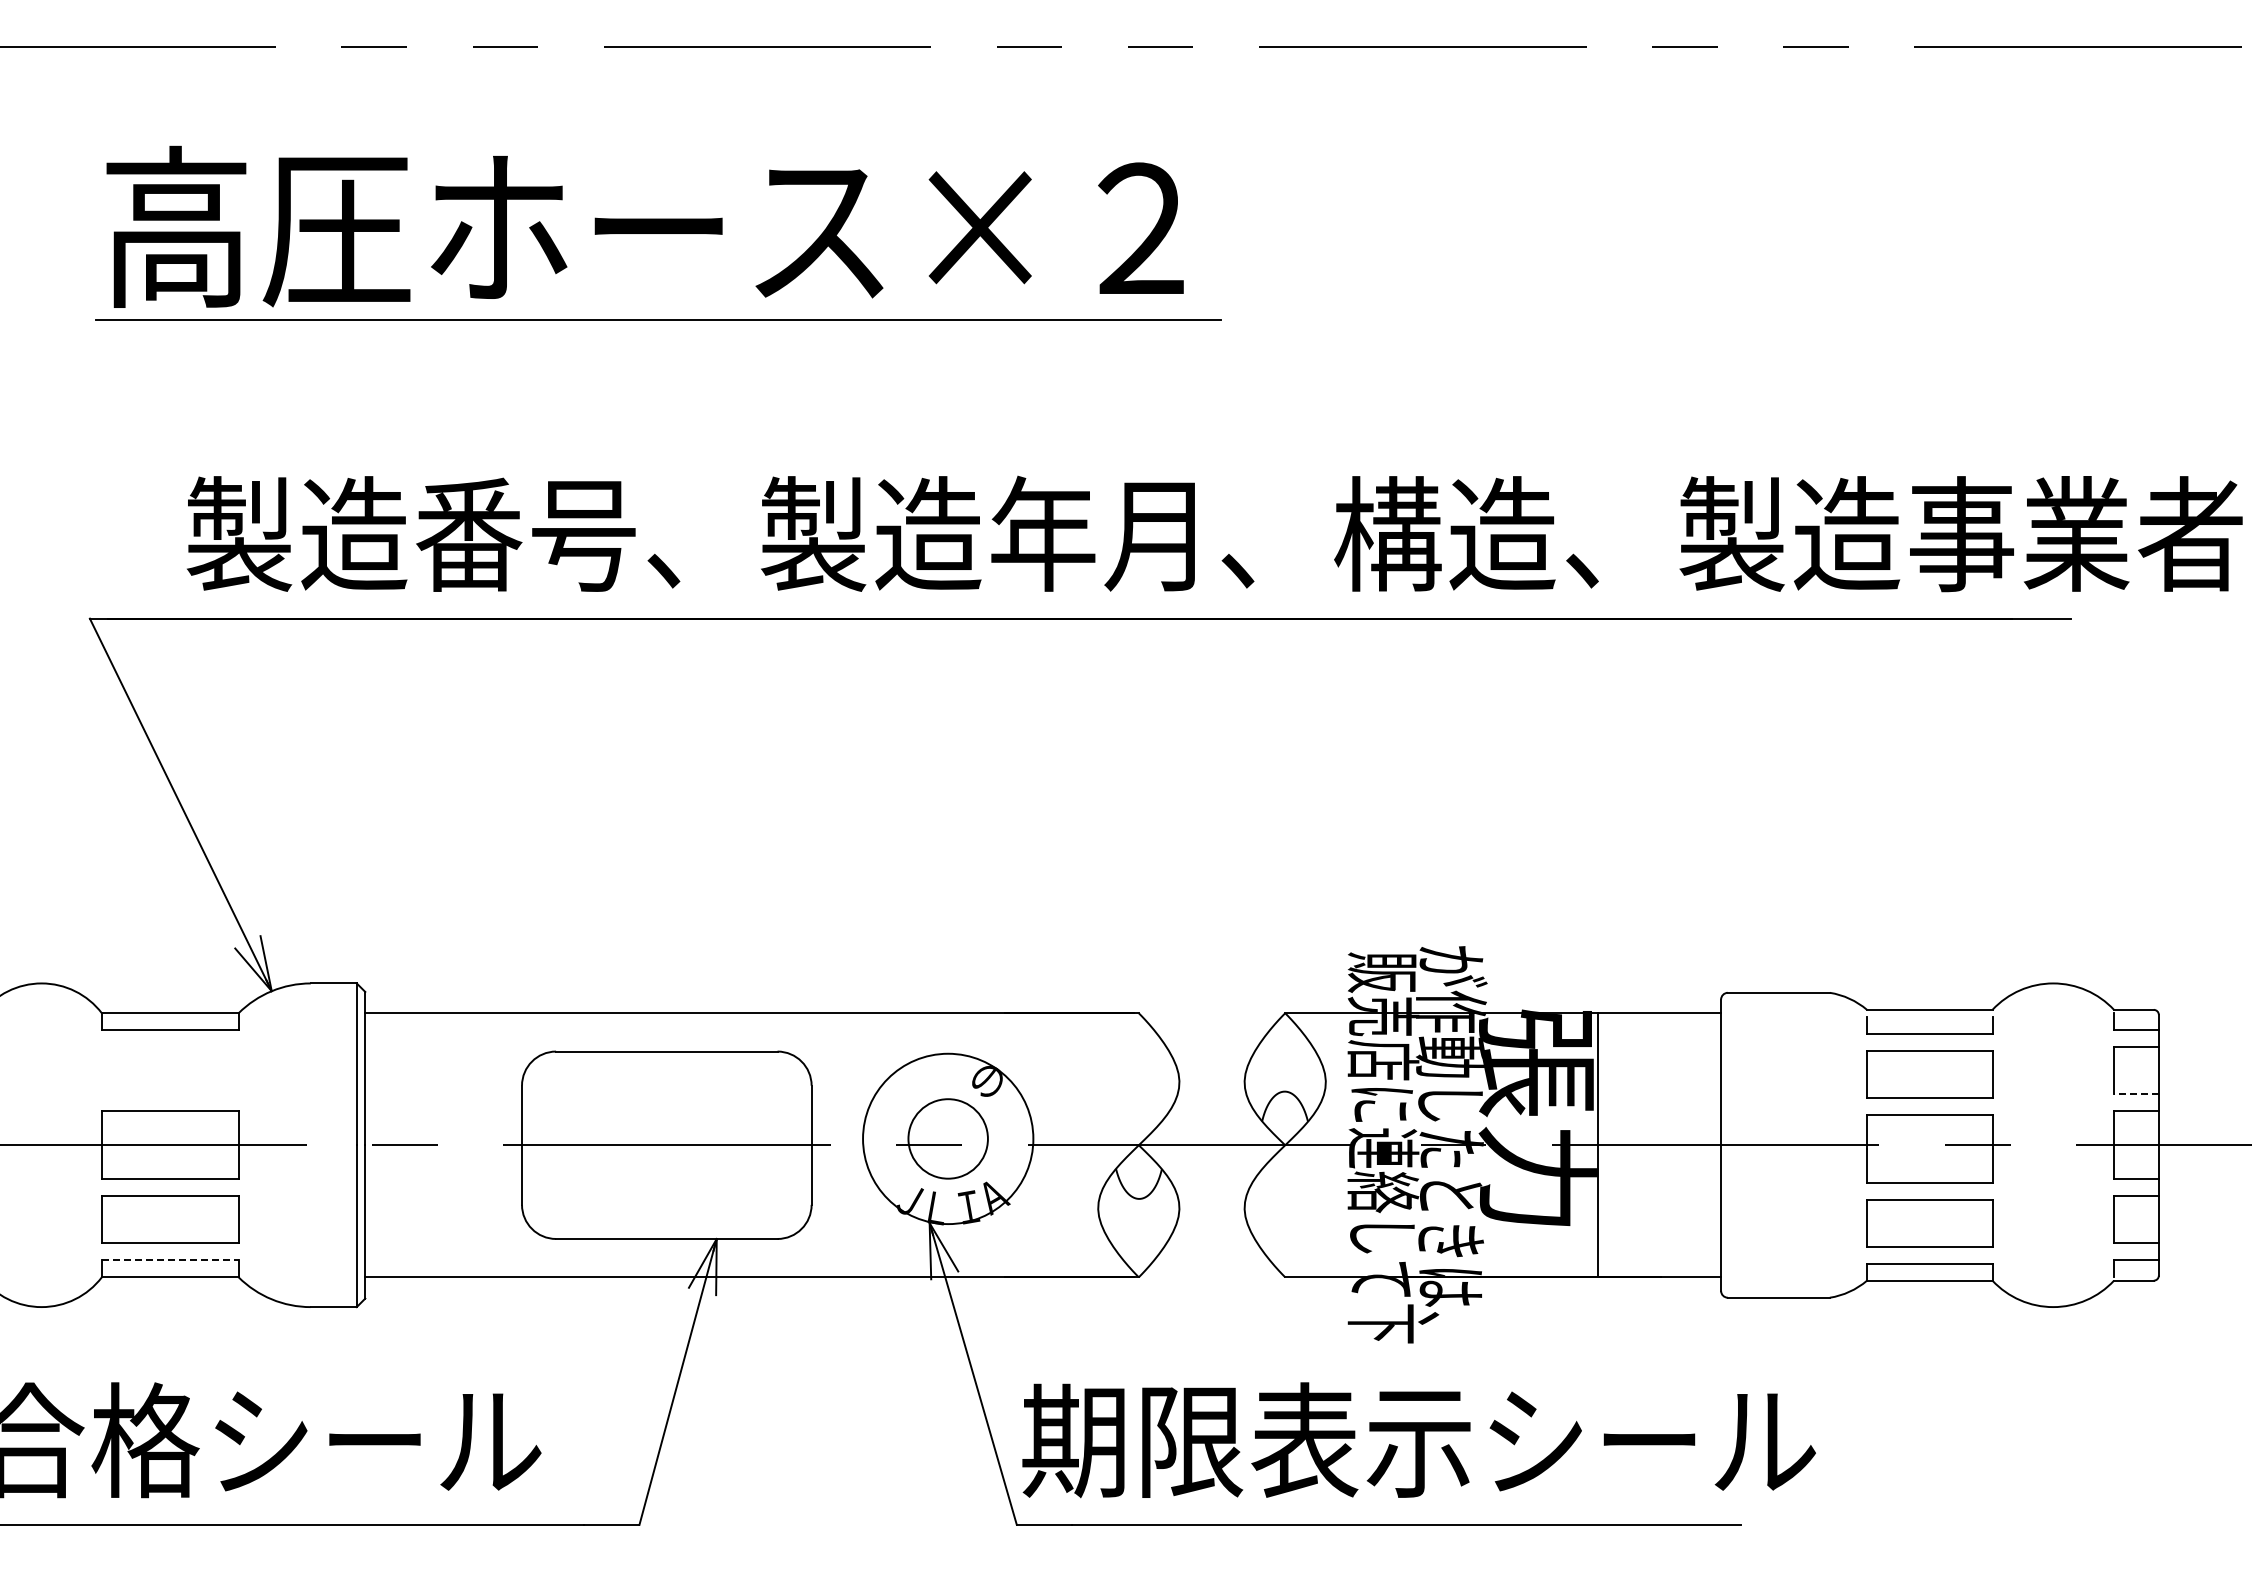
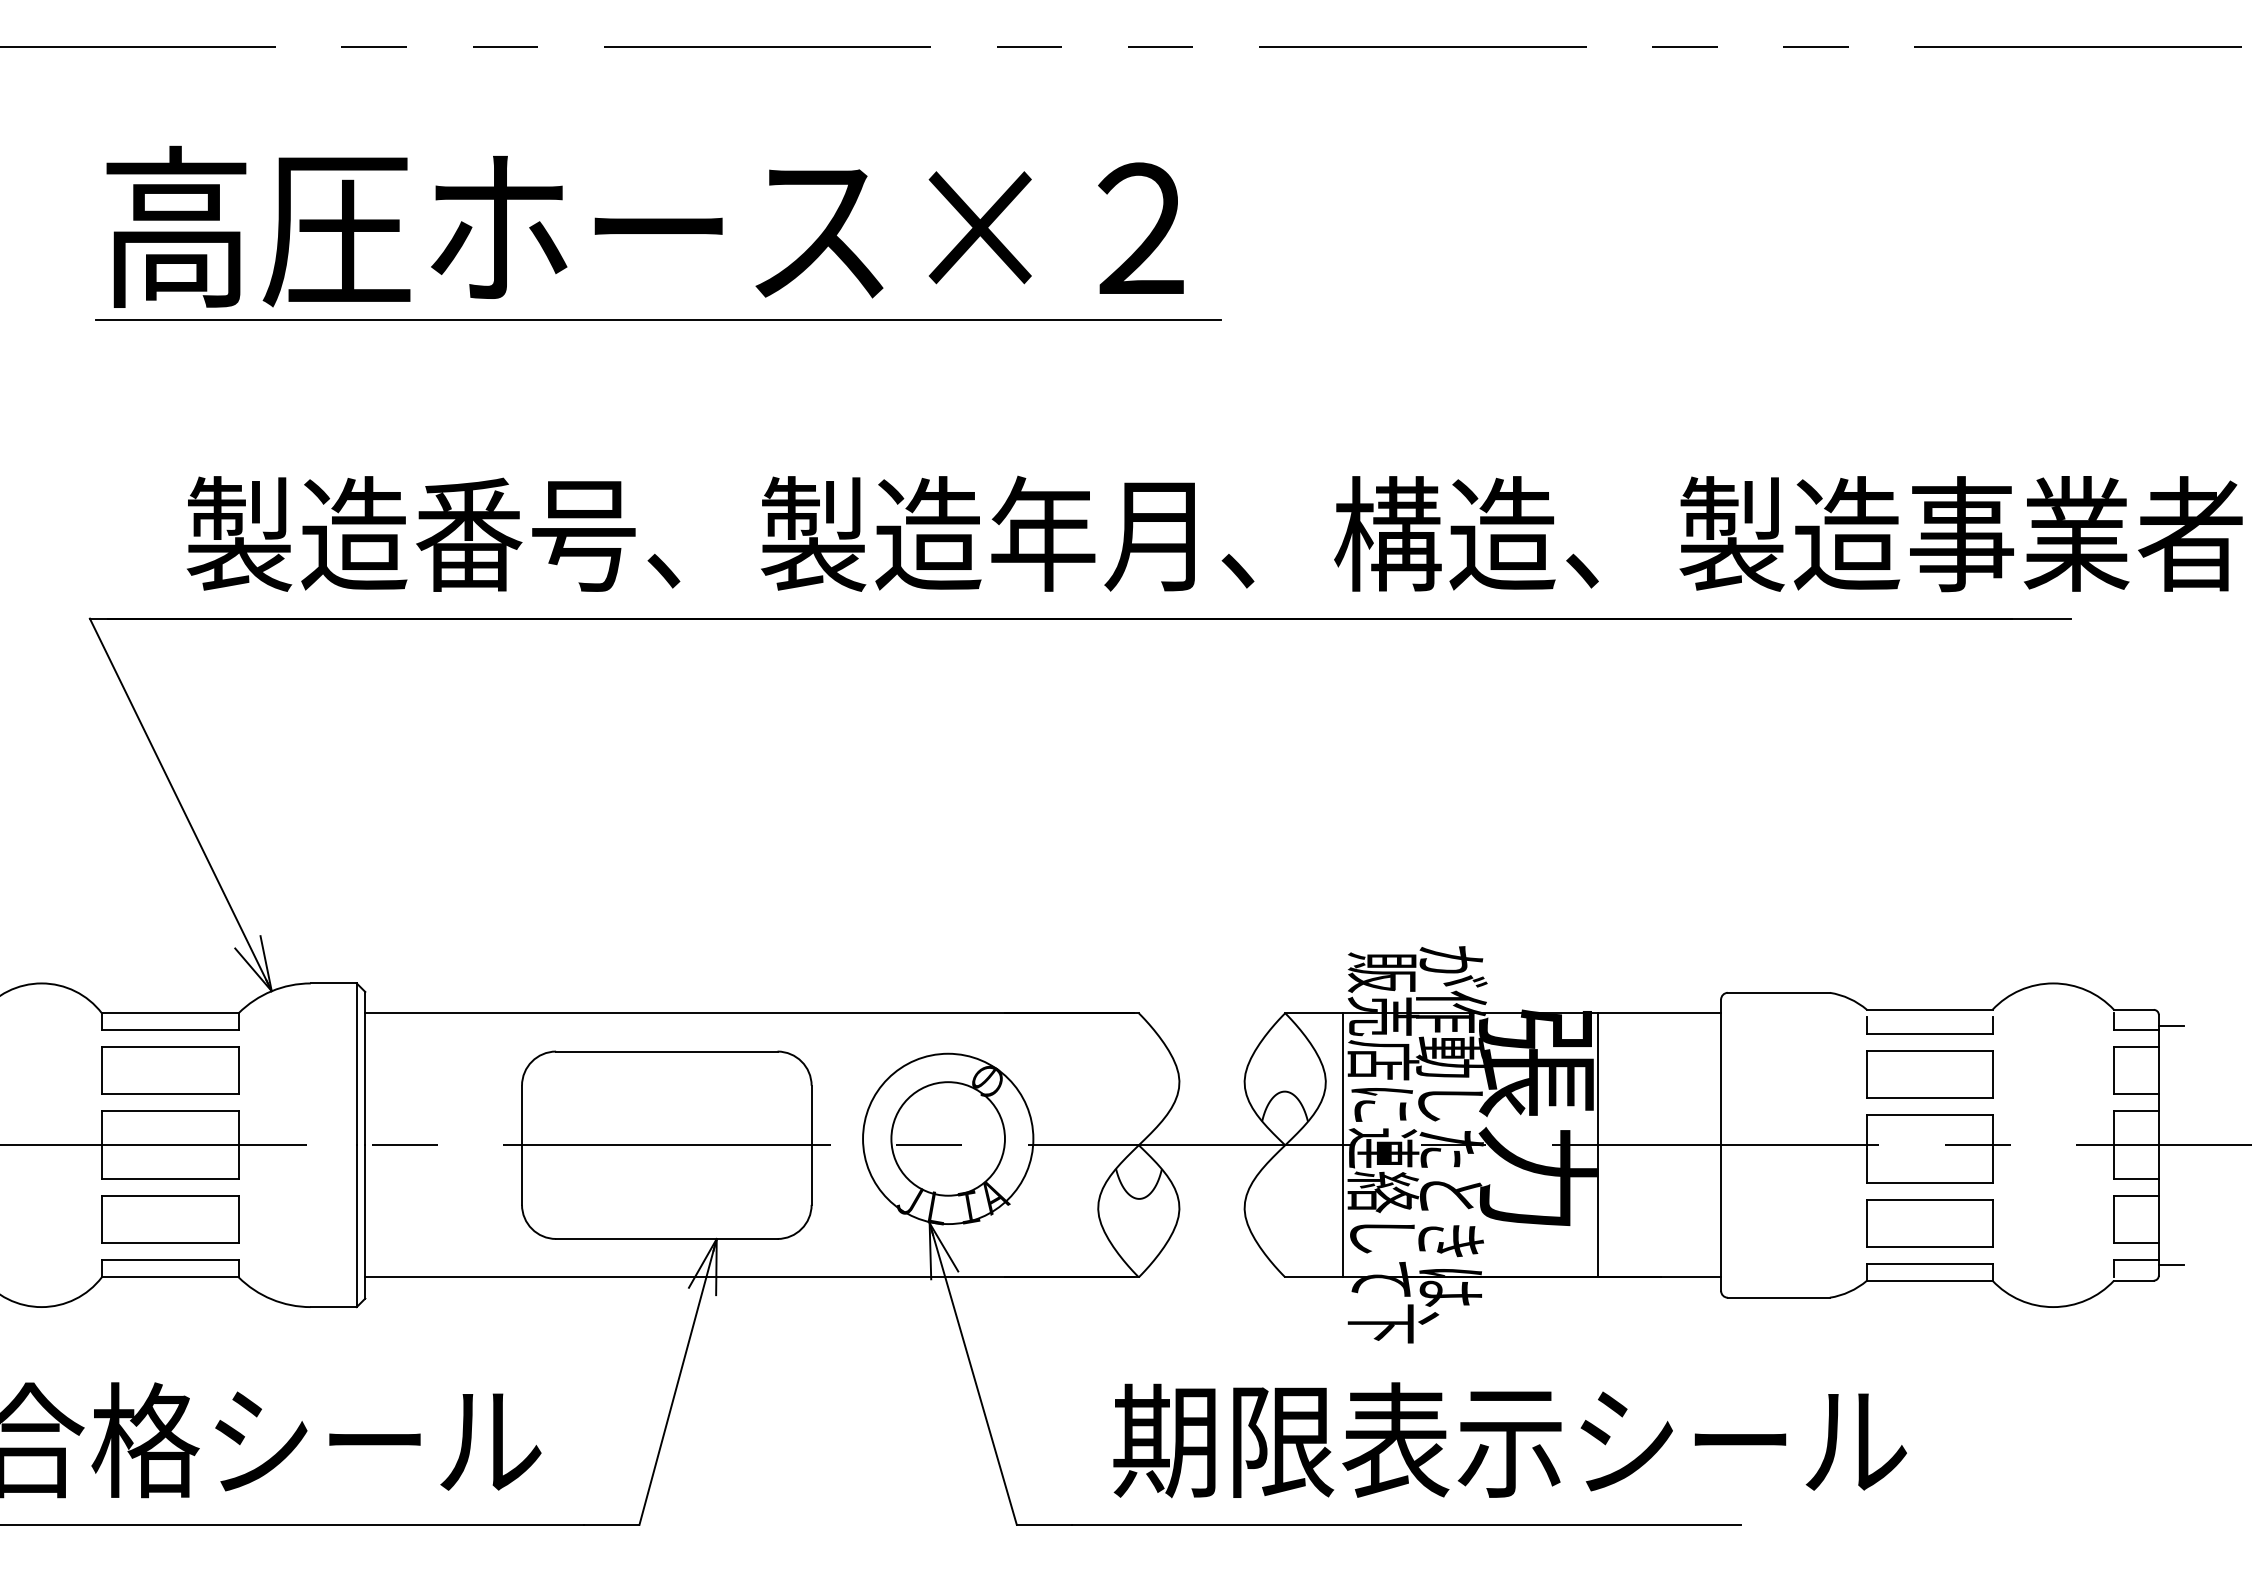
line at (2171, 1026): none -> present
part at (170, 1070): none -> present
line at (2136, 1094): dashed -> solid
circle at (947, 1138) diameter: 79 px -> 114 px
line at (1342, 1145): none -> present
line at (170, 1260): dashed -> solid
line at (2171, 1264): none -> present
text at (1418, 1440) position: (1418, 1440) -> (1509, 1440)
